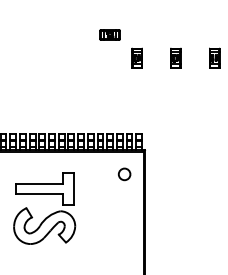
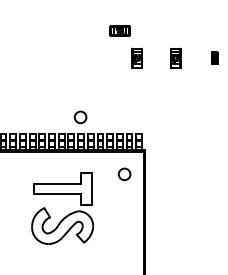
part at (109, 34) position: (109, 34) -> (119, 30)
part at (214, 57) size: 12x22 px -> 8x14 px
circle at (80, 117): none -> present
part at (49, 214) position: (49, 214) -> (67, 214)
